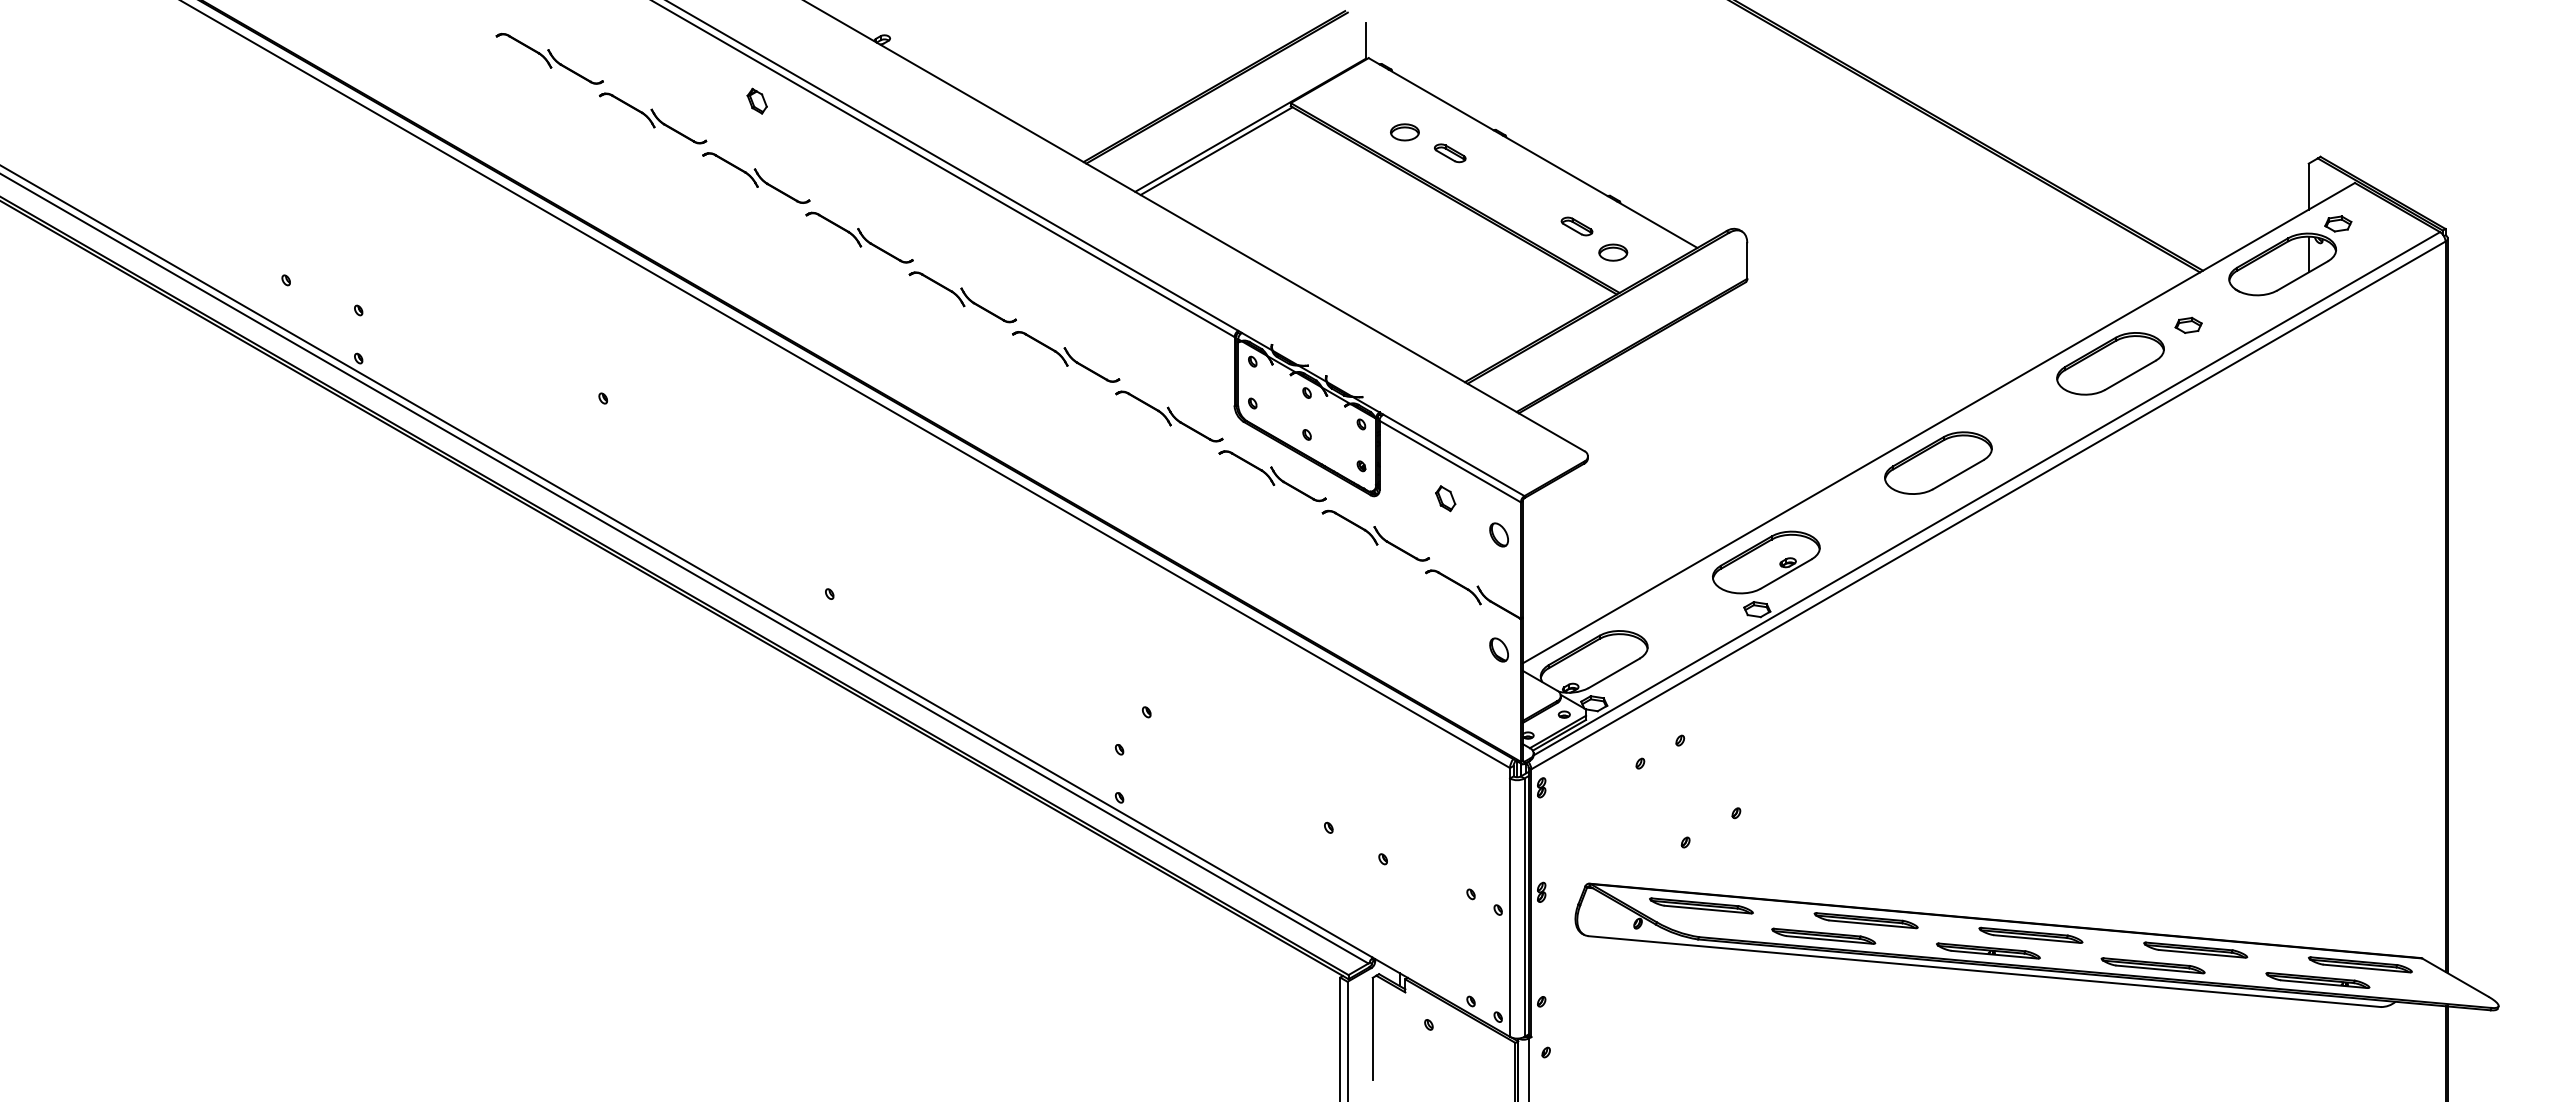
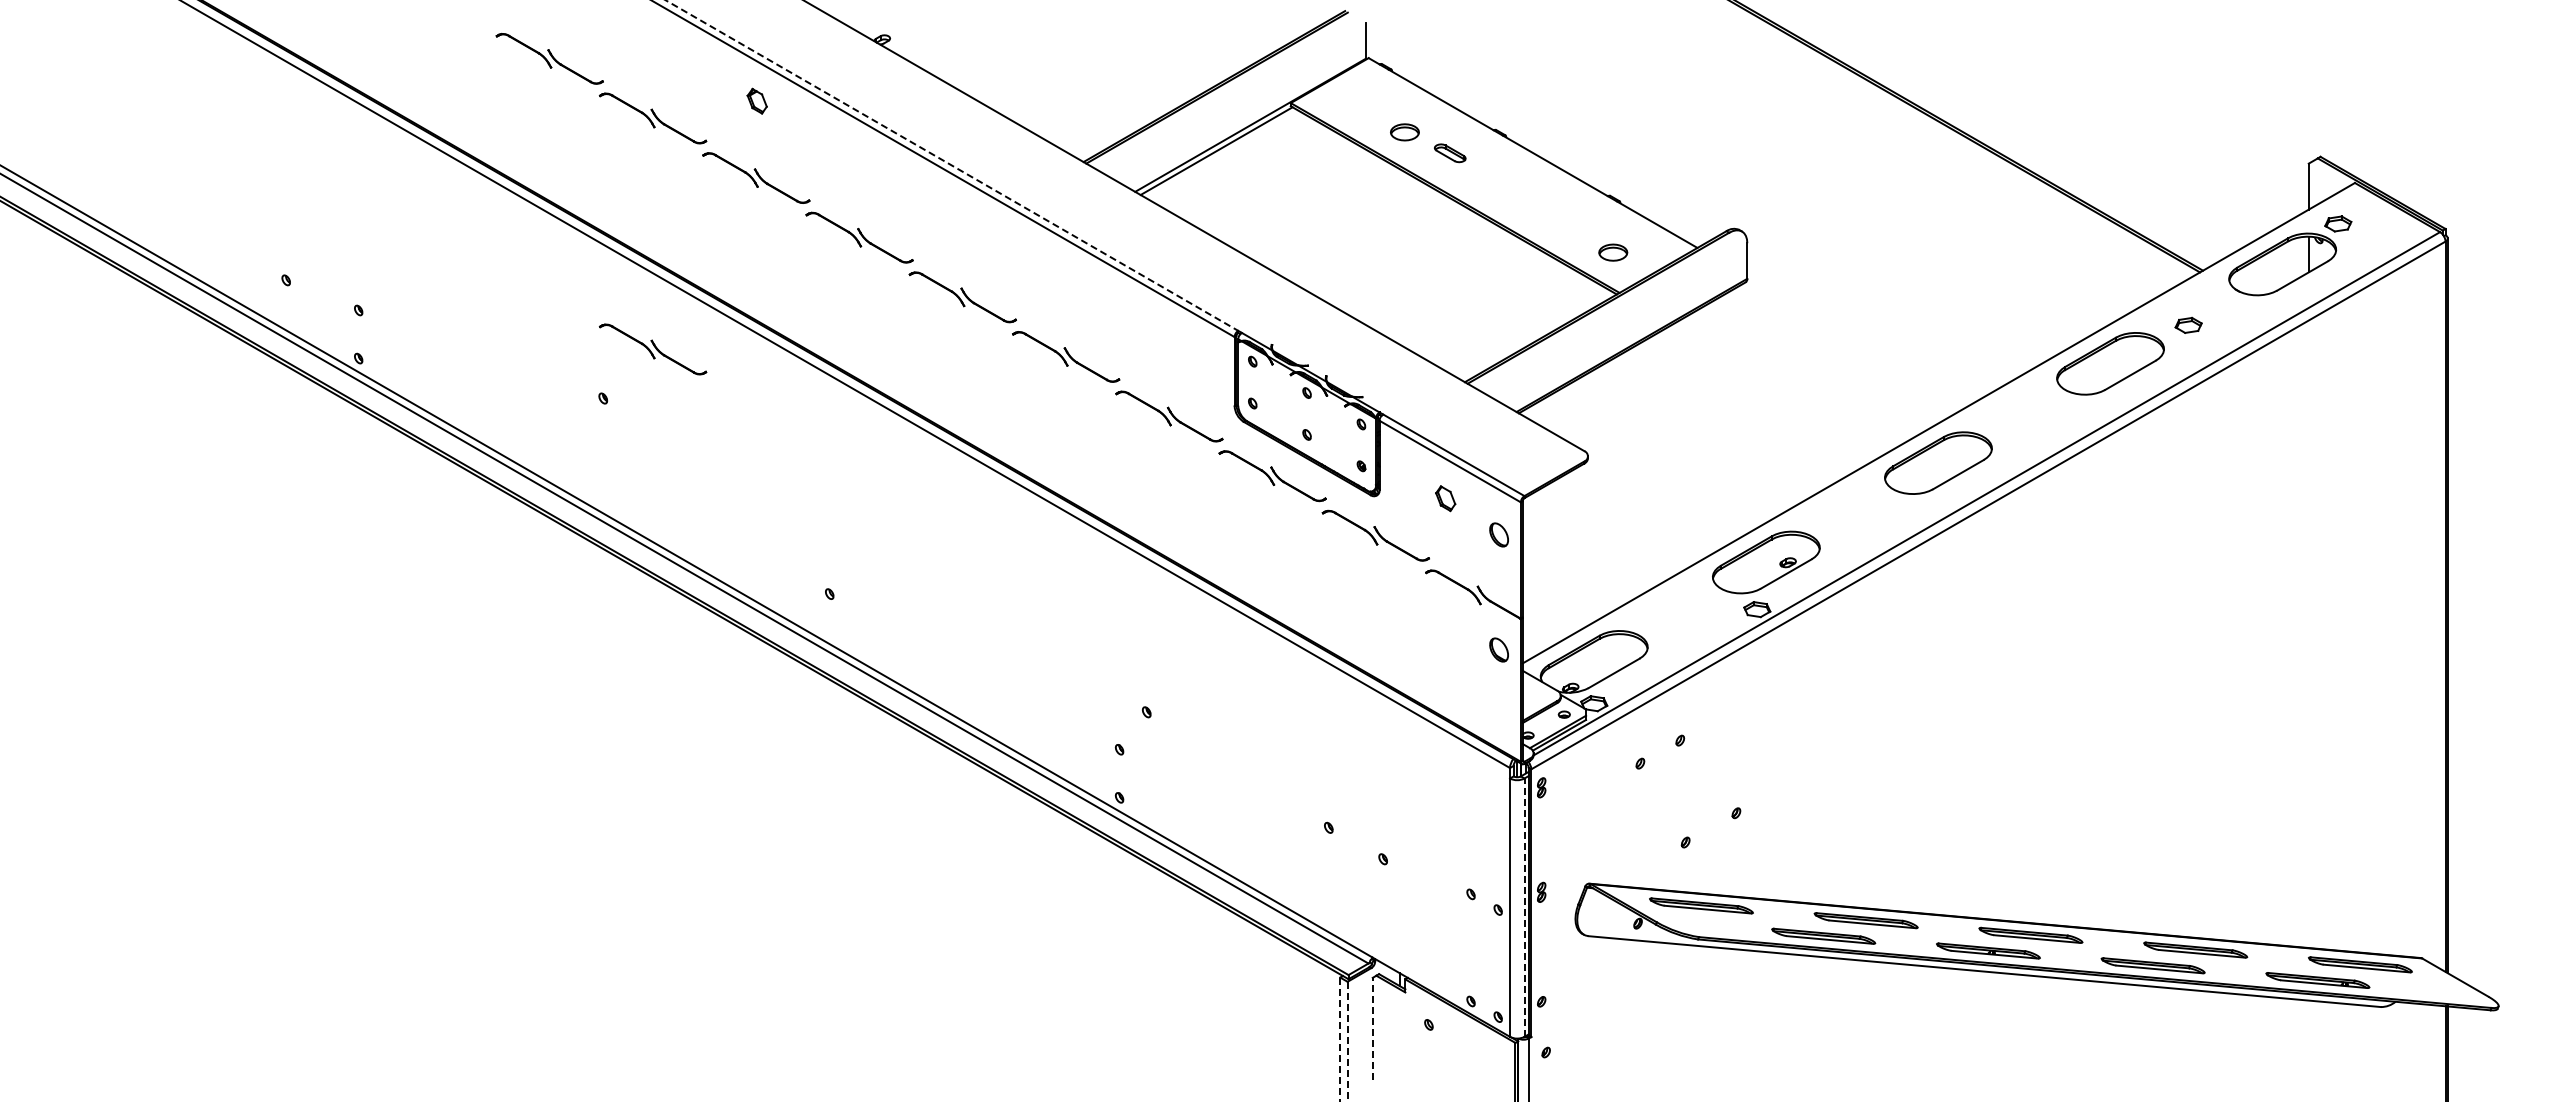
line at (951, 165): solid -> dashed
part at (1576, 226): present -> none
part at (652, 349): none -> present
line at (1524, 907): solid -> dashed
line at (1372, 1028): solid -> dashed
line at (1340, 1039): solid -> dashed
line at (1347, 1041): solid -> dashed
